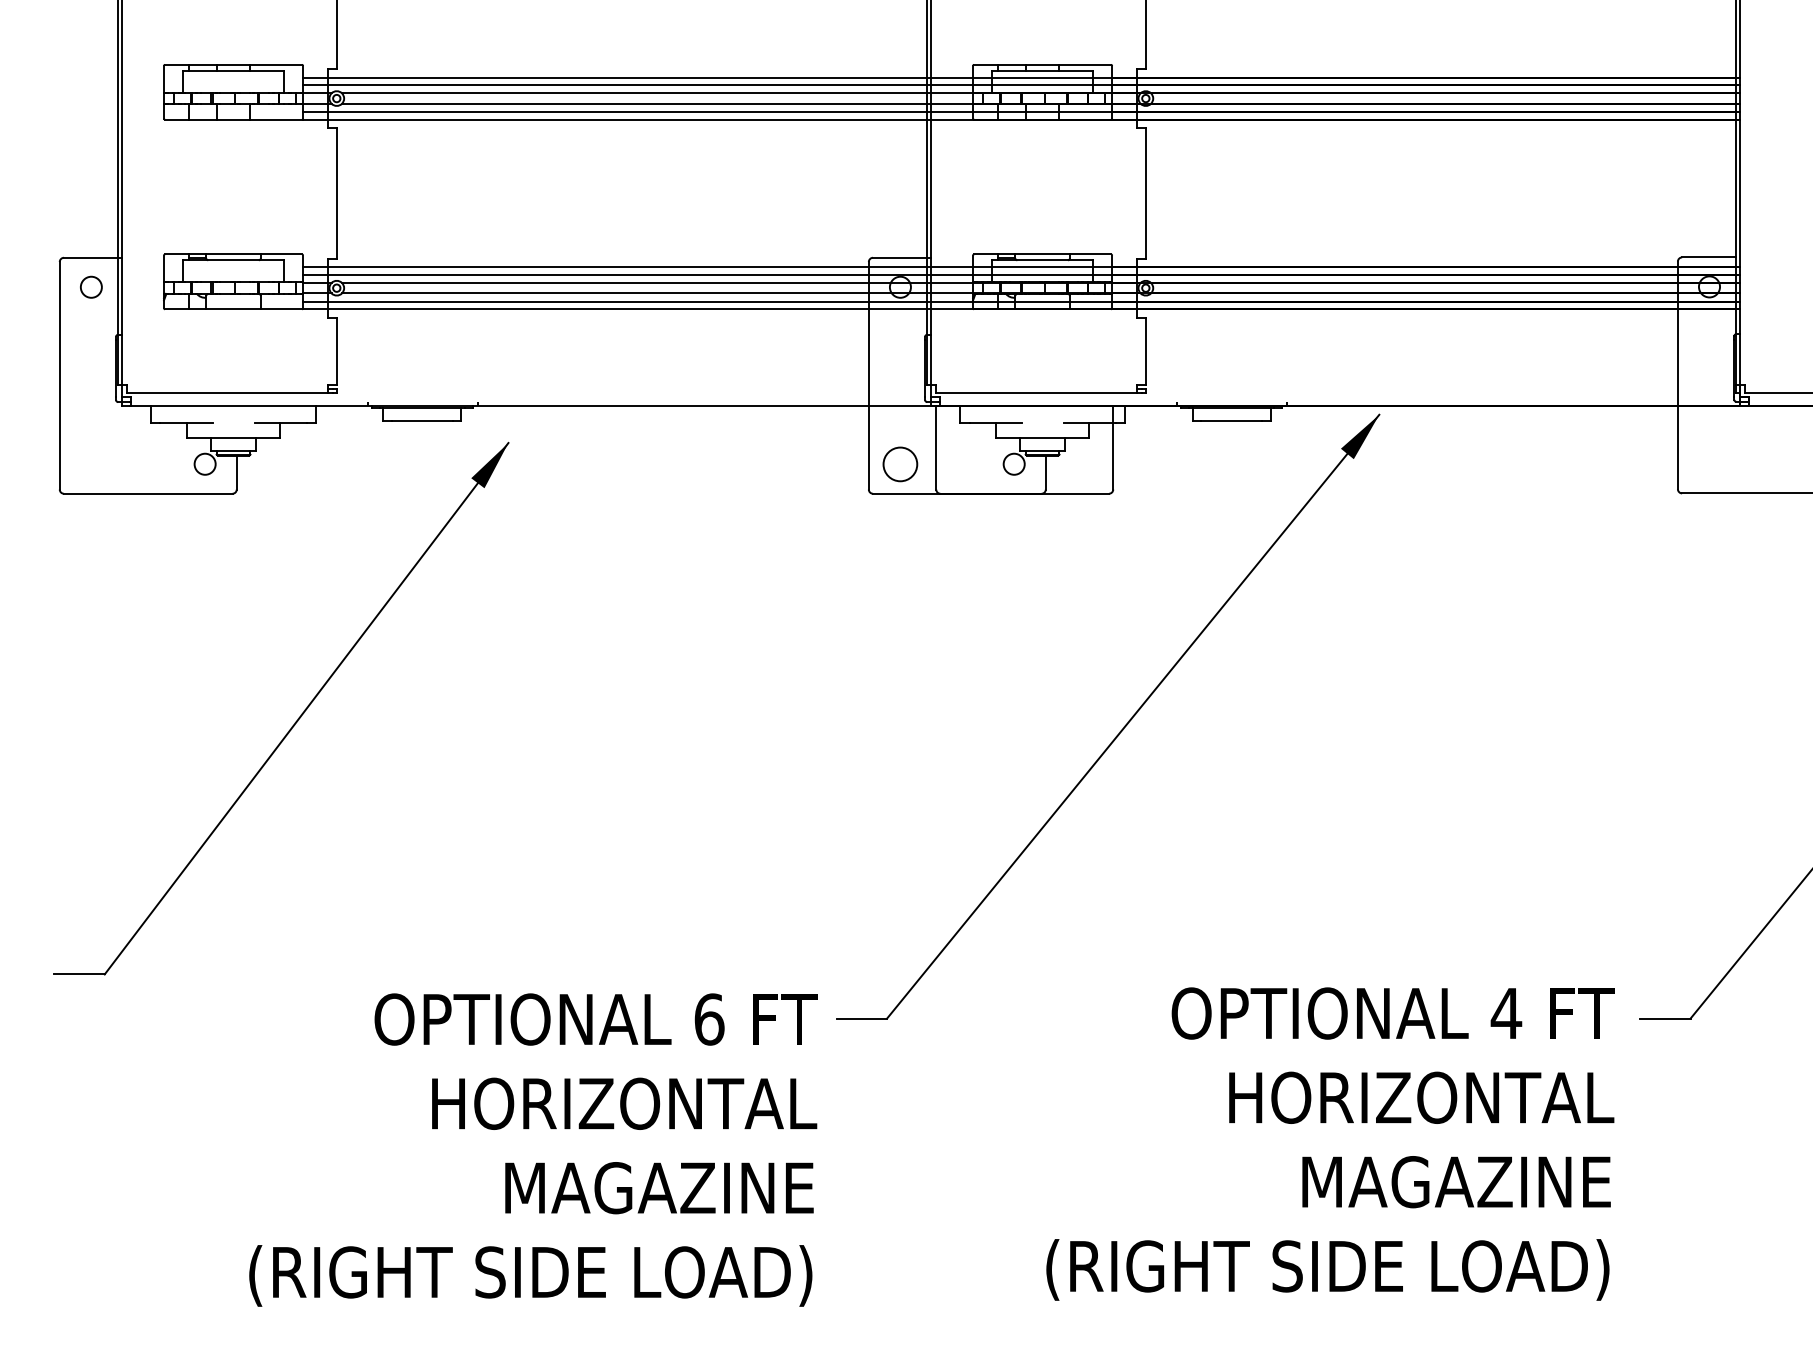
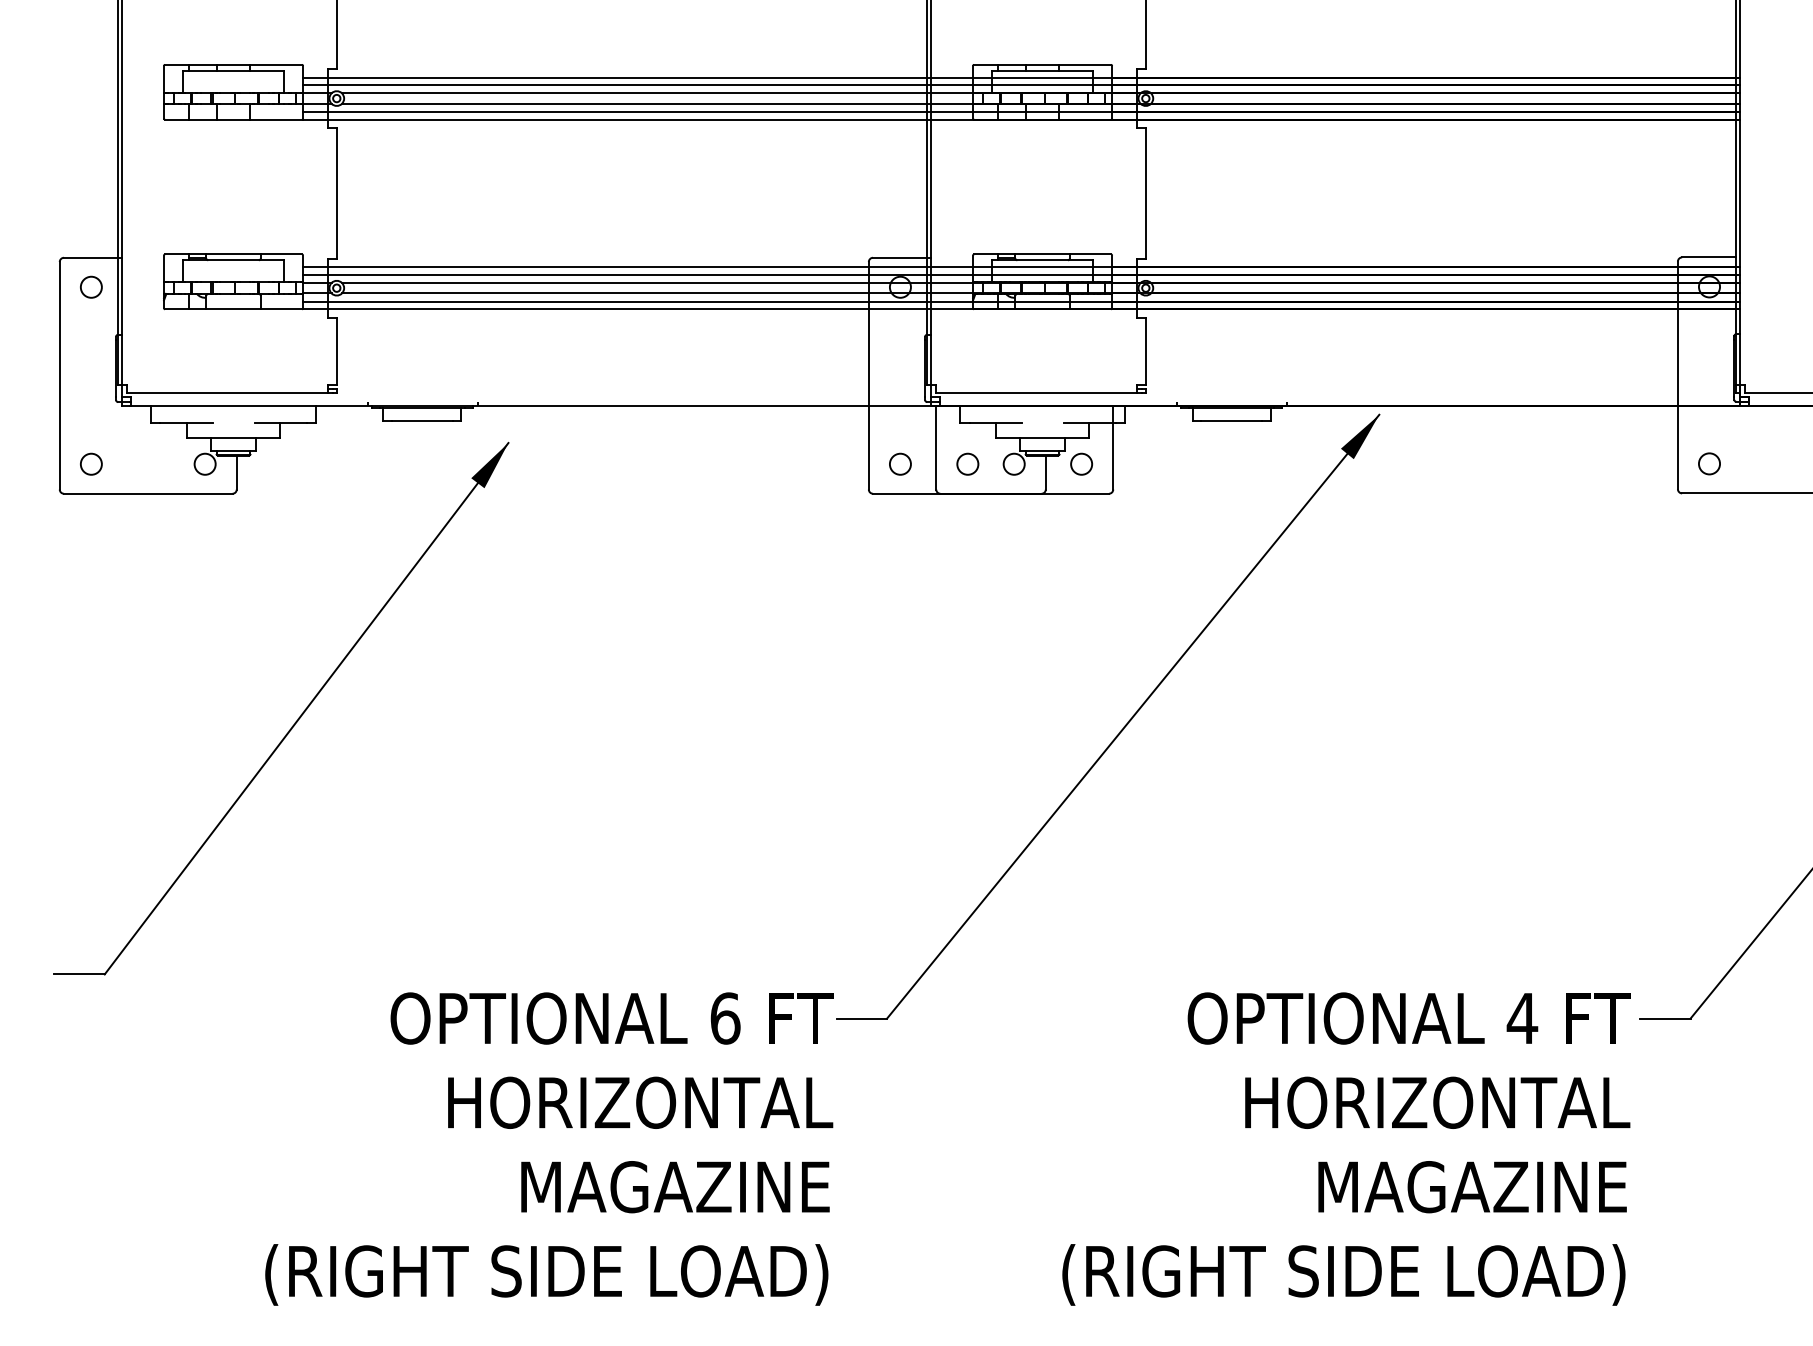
circle at (91, 463): none -> present
circle at (967, 463): none -> present
circle at (1081, 463): none -> present
circle at (1709, 463): none -> present
circle at (900, 464) size: 37x37 px -> 23x24 px
text at (1330, 1143) position: (1330, 1143) -> (1346, 1148)
text at (533, 1149) position: (533, 1149) -> (549, 1148)
